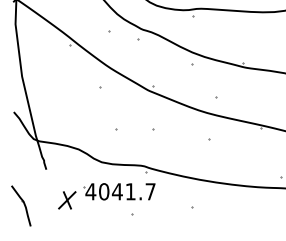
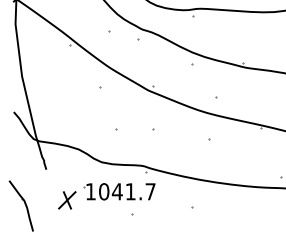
text at (90, 191): 4041.7 -> 1041.7
part at (21, 205) size: 21x42 px -> 26x52 px
